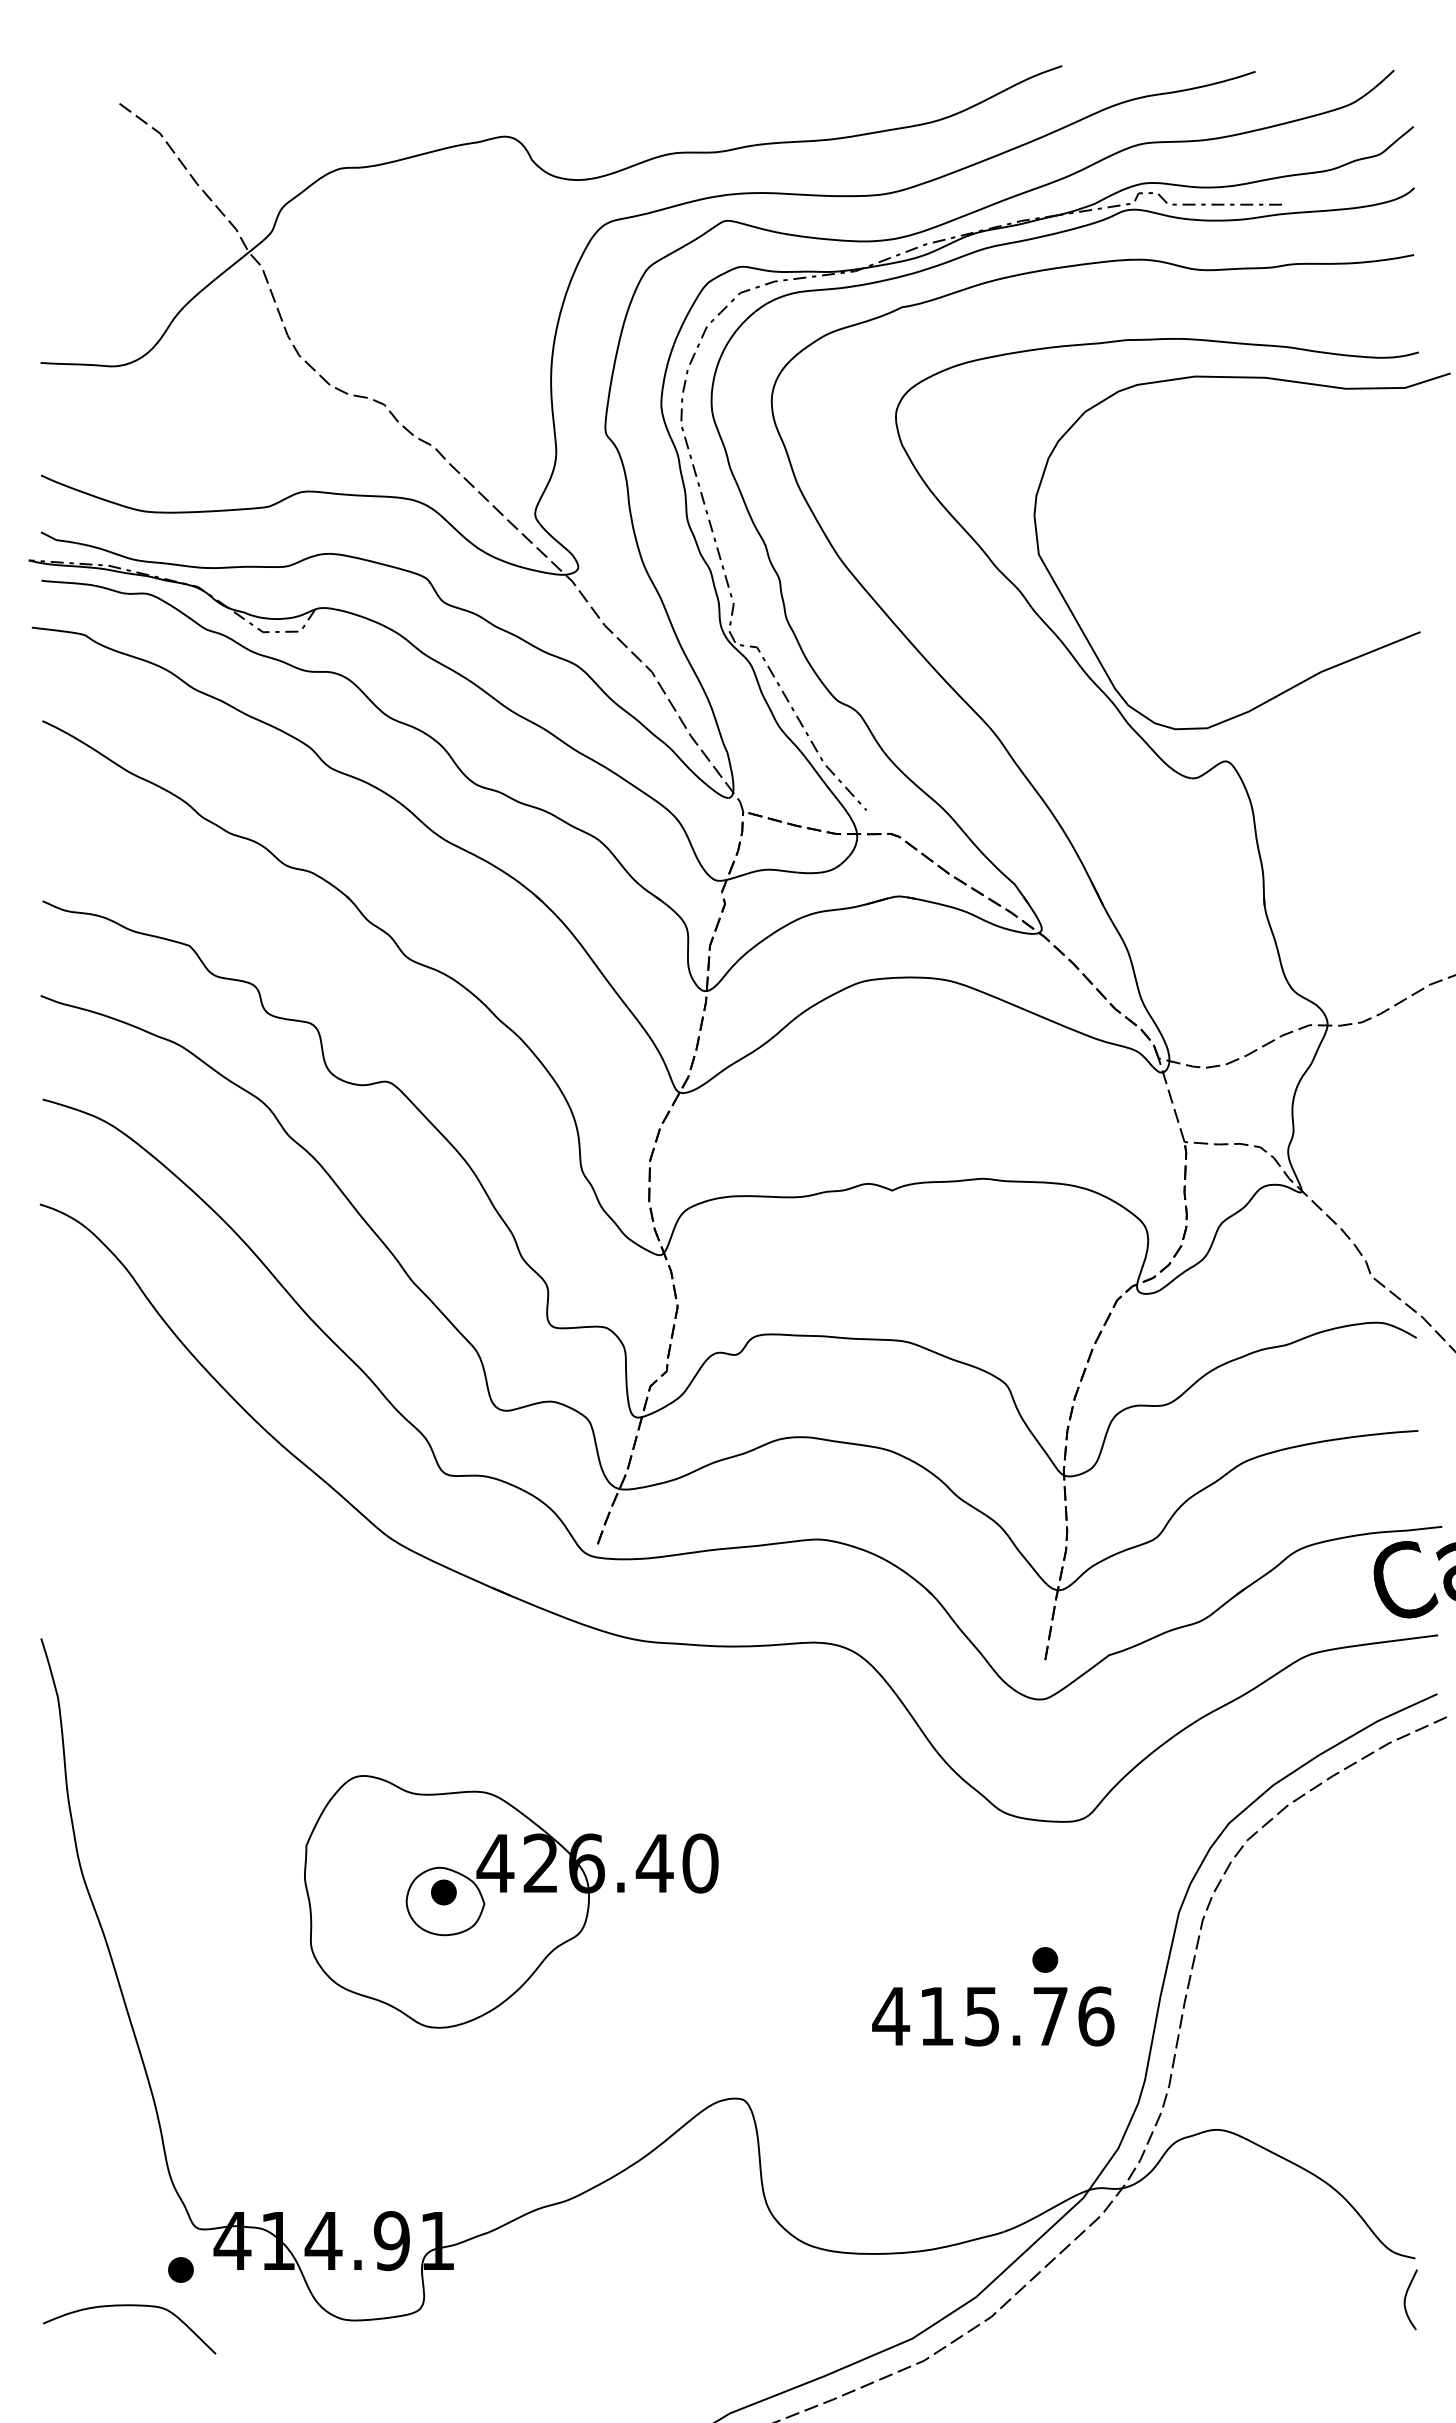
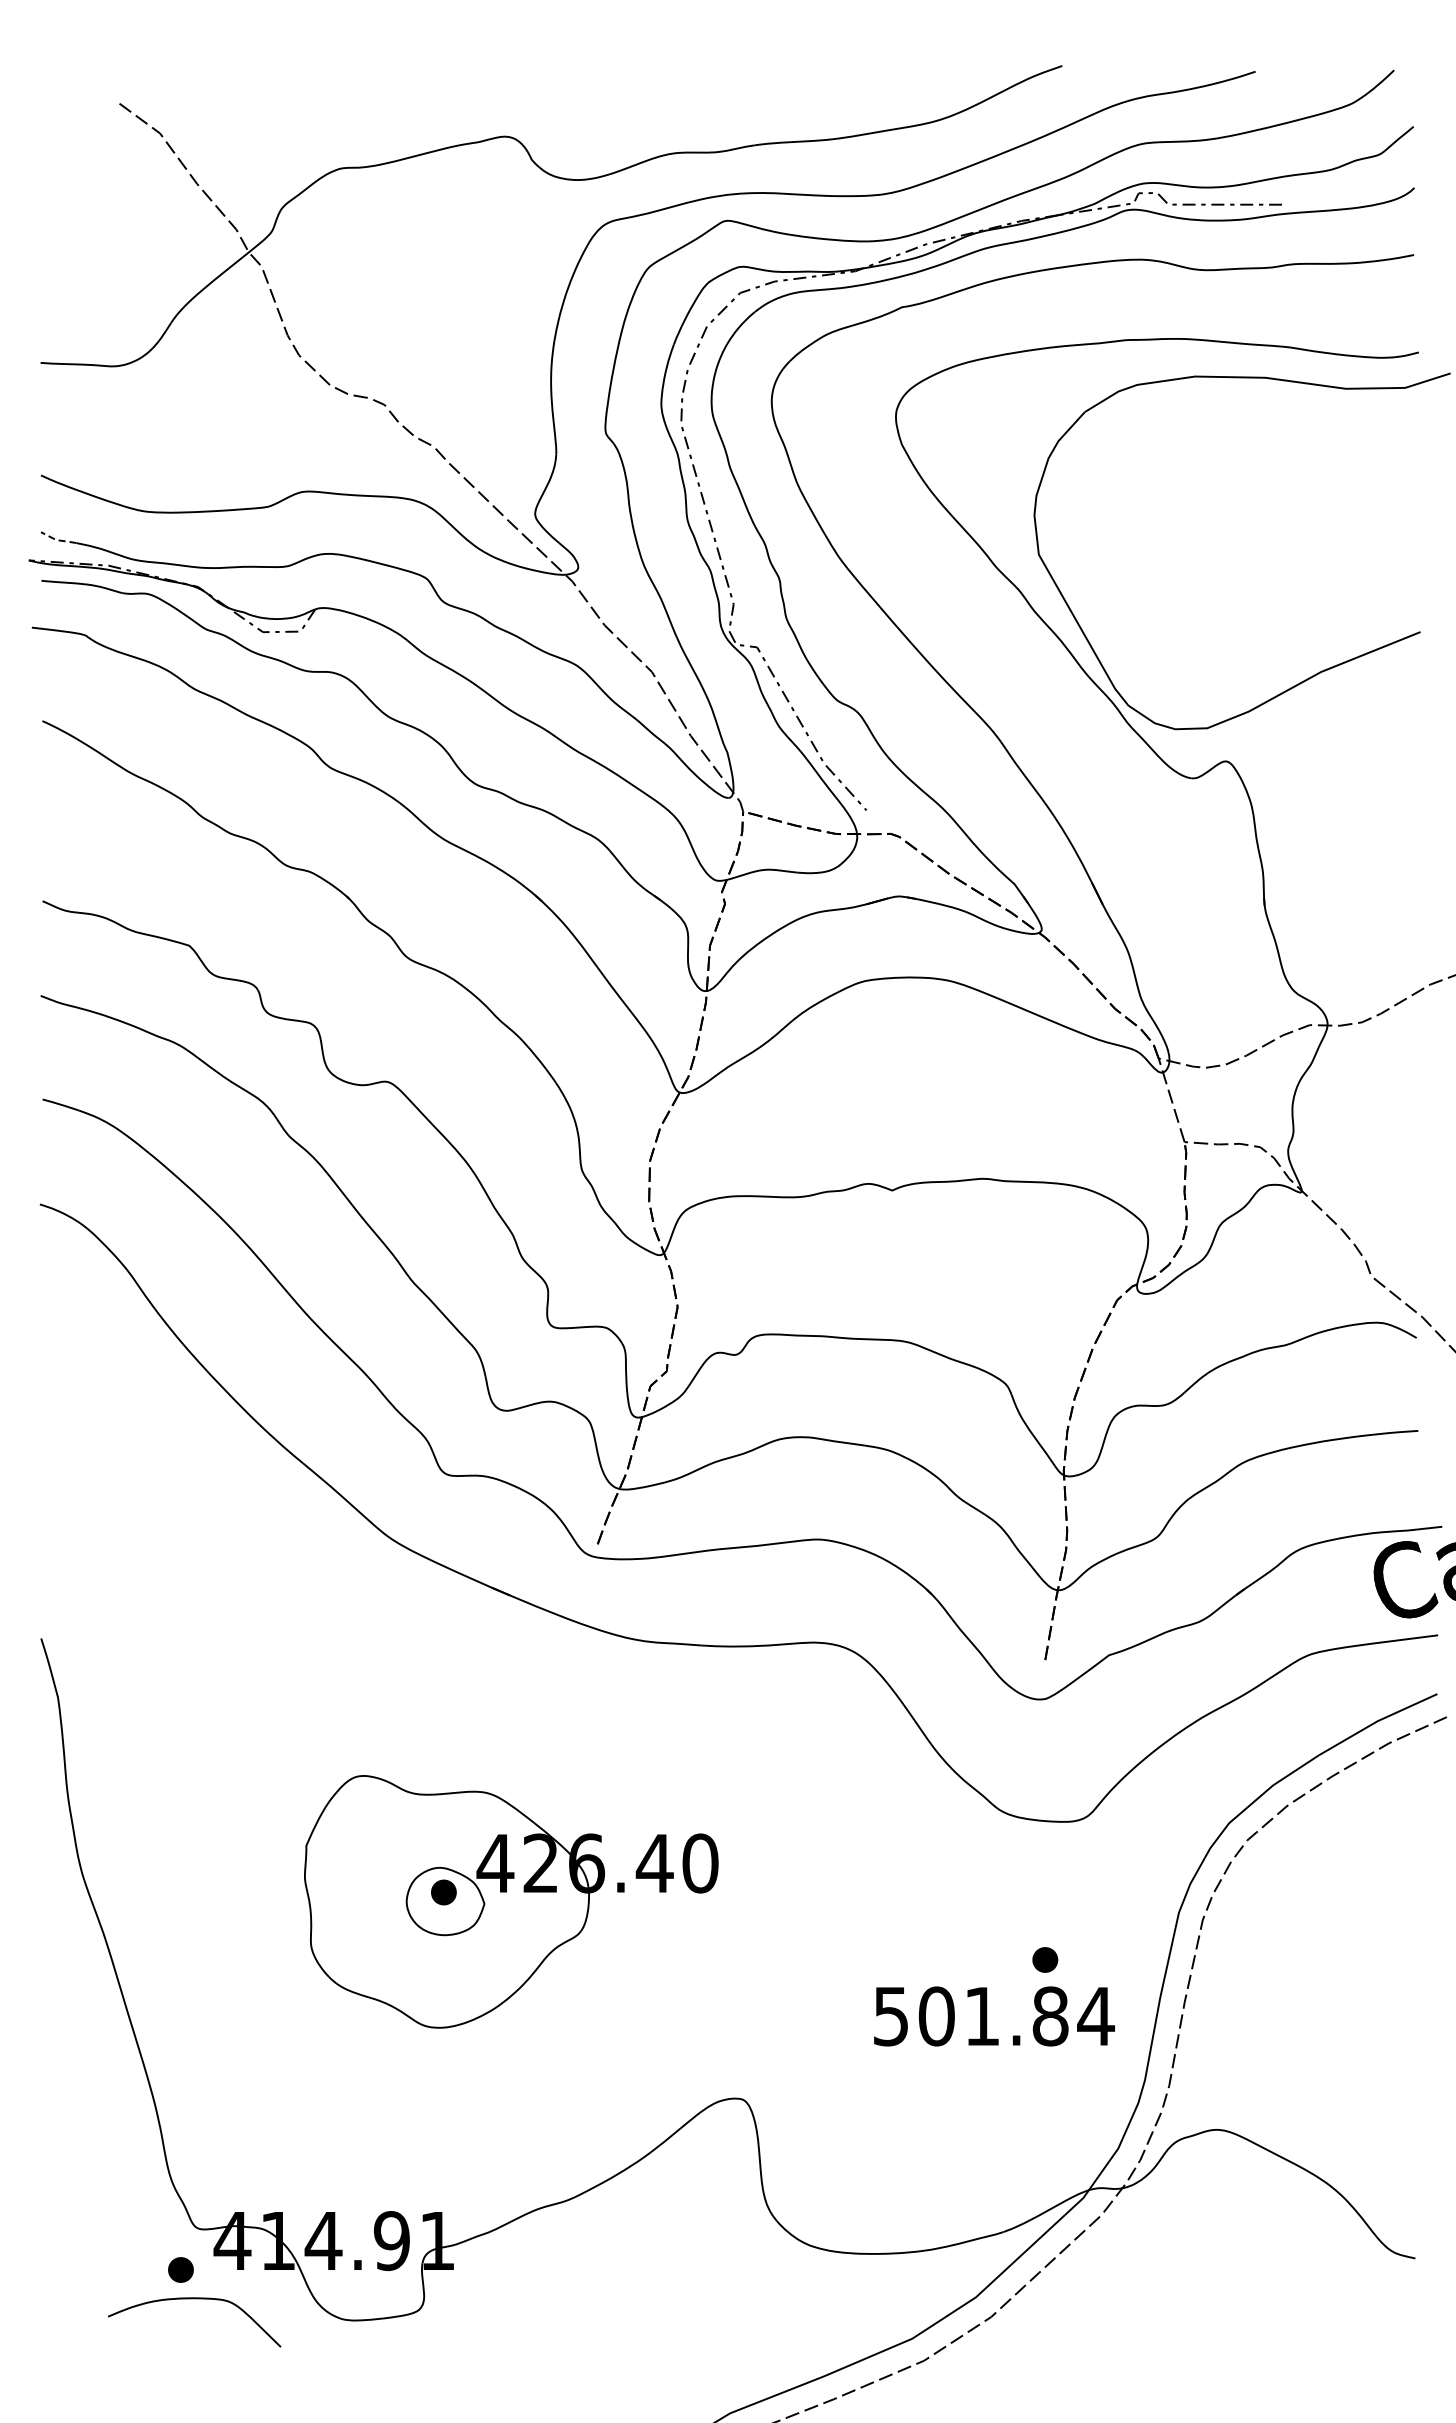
line at (57, 540): solid -> dashed
text at (993, 2016): 415.76 -> 501.84
curve at (1406, 2297): present -> none
curve at (129, 2306) position: (129, 2306) -> (194, 2299)
